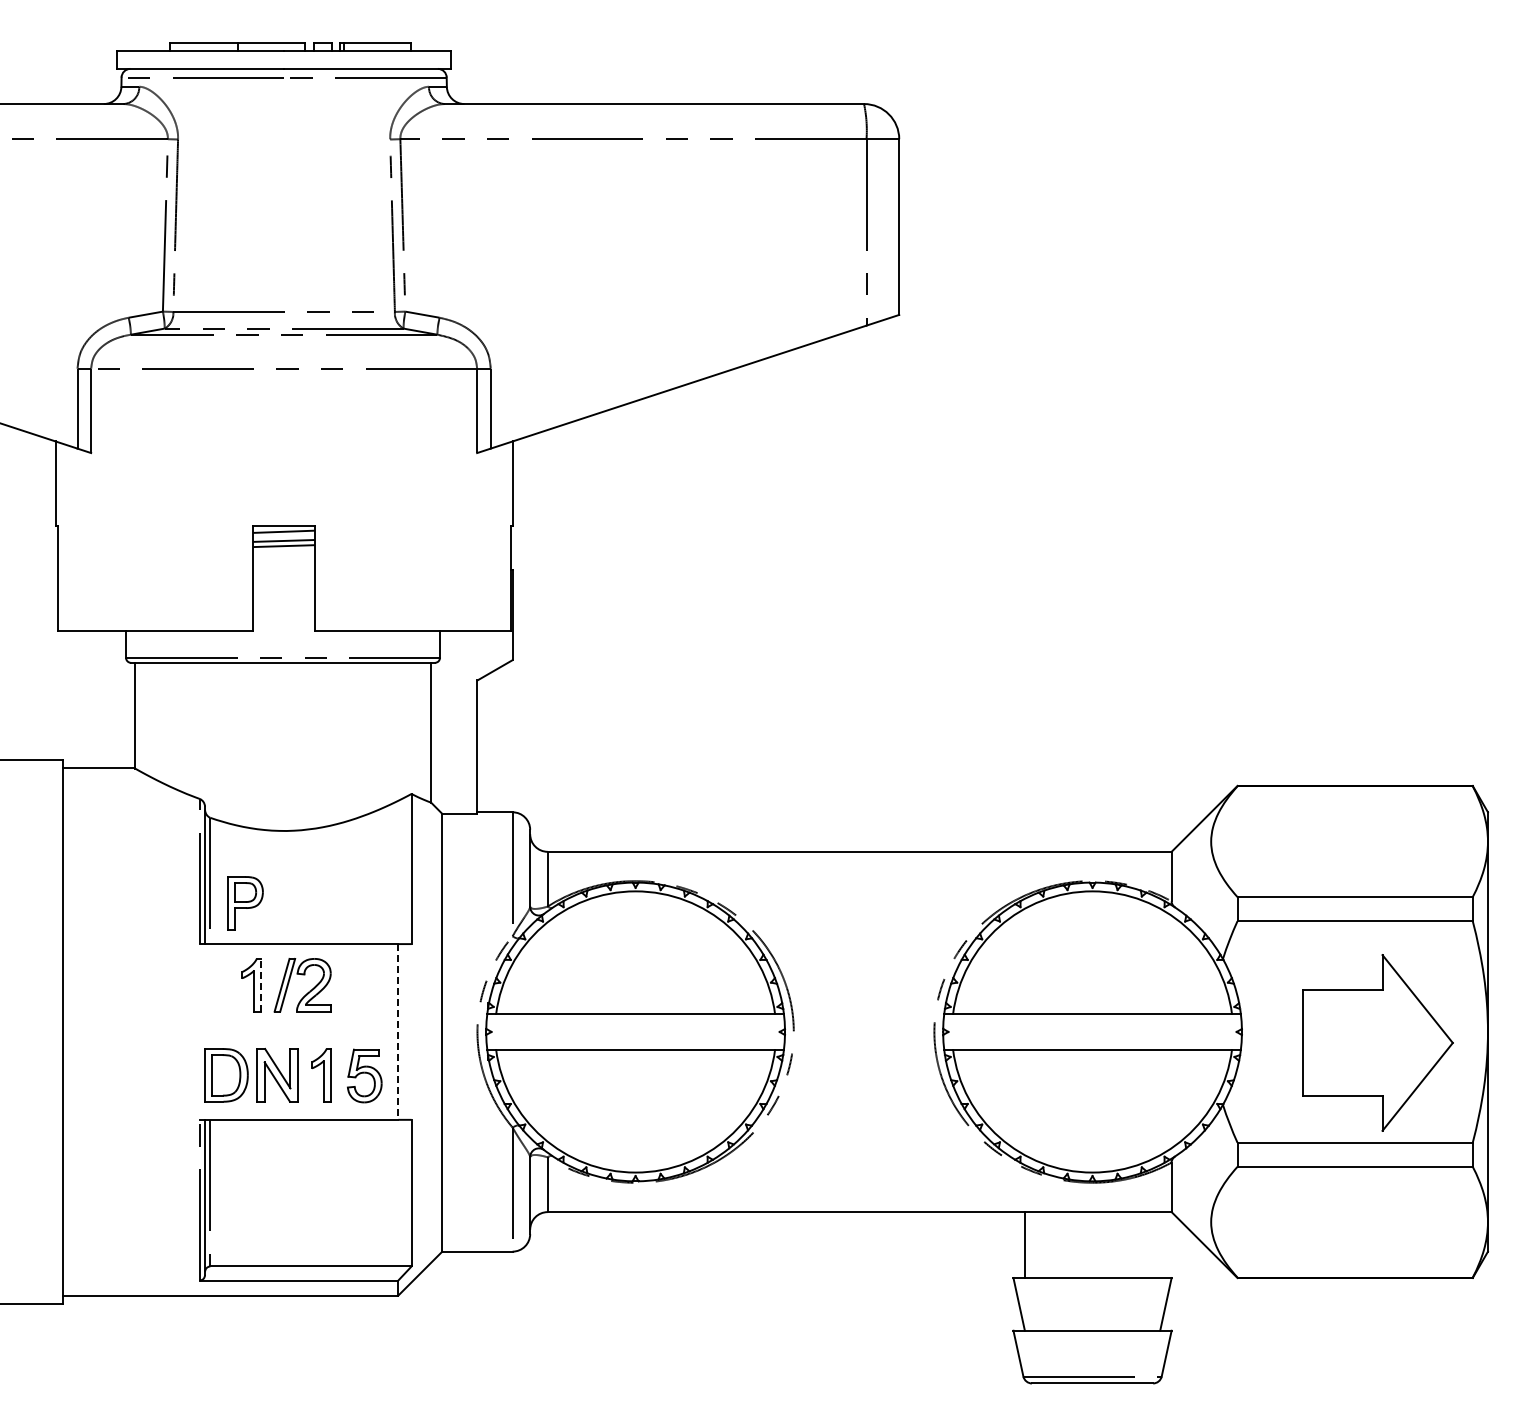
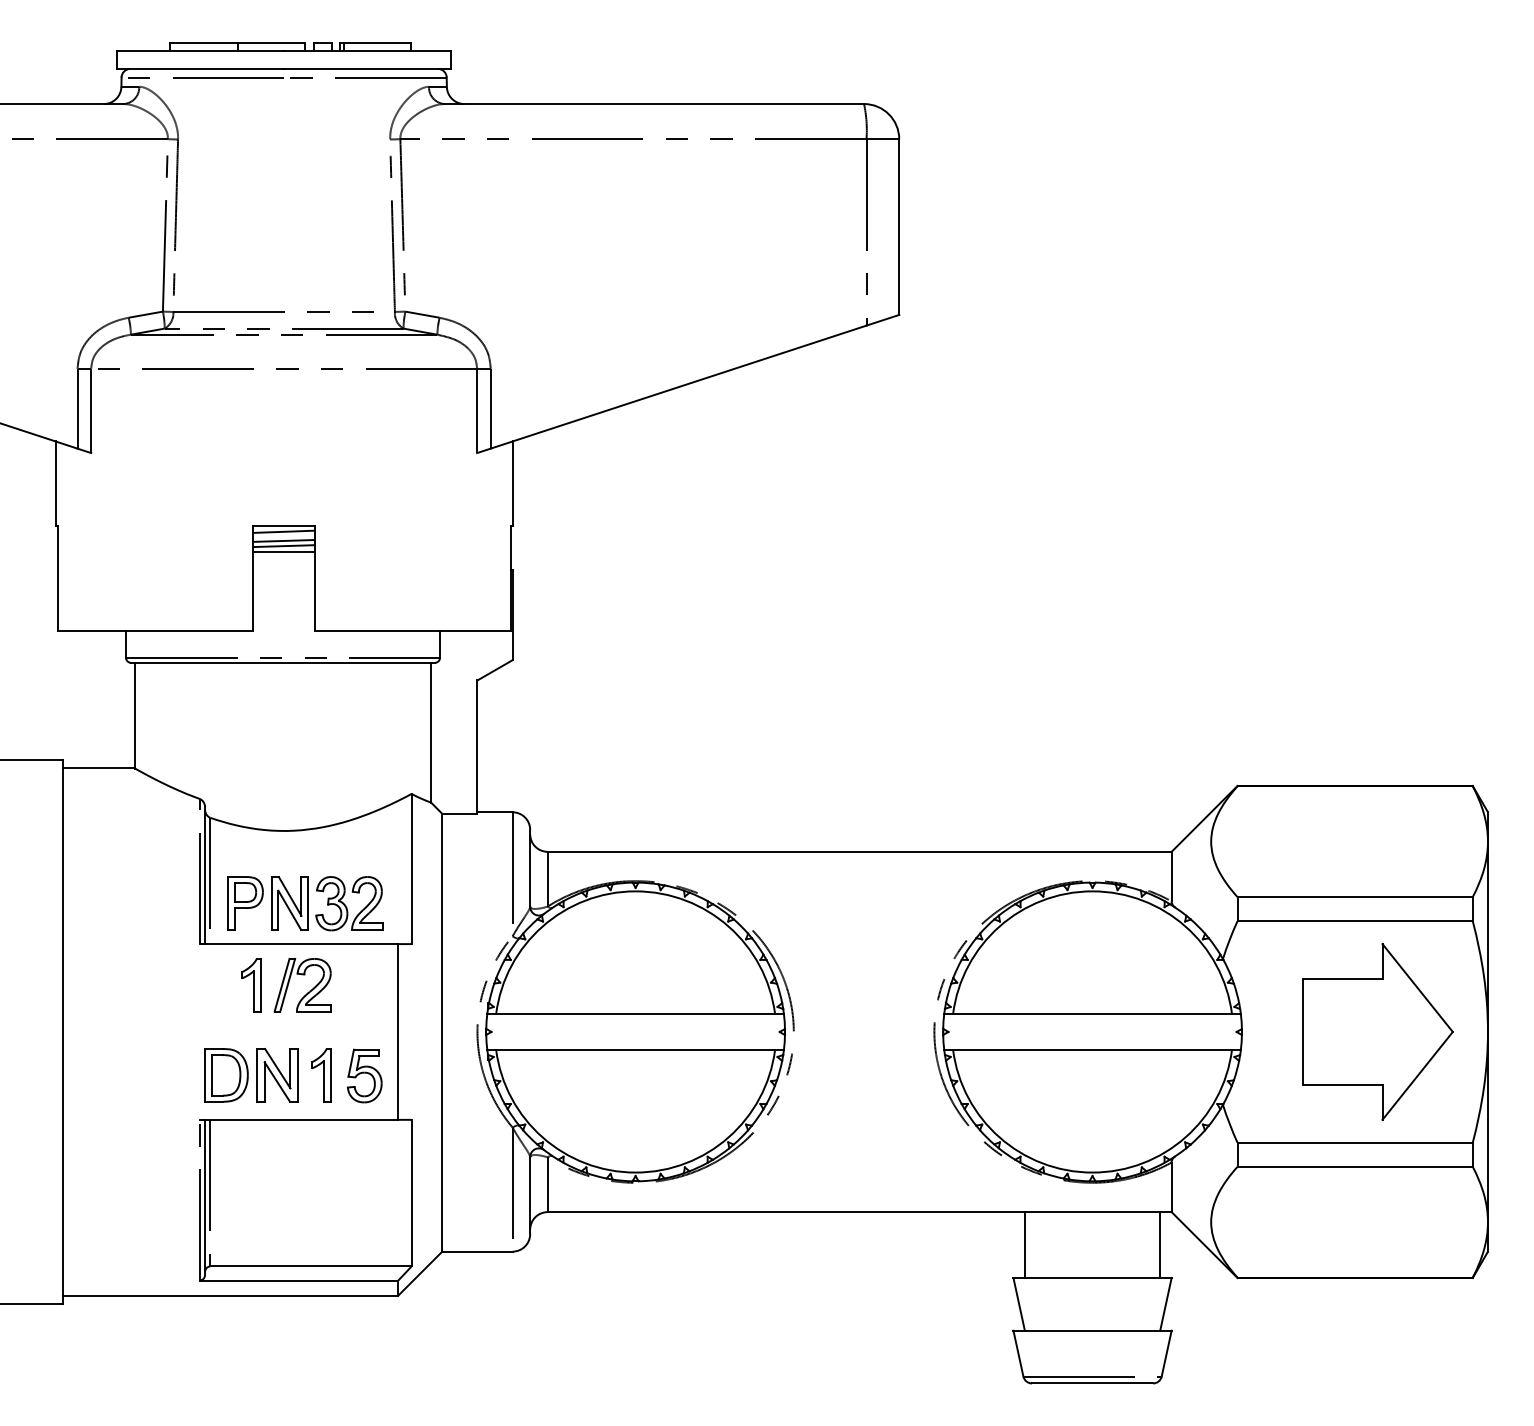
line at (283, 552): none -> present
part at (327, 903): none -> present
line at (261, 984): dashed -> solid
line at (398, 1031): dashed -> solid
part at (1377, 1042) position: (1377, 1042) -> (1377, 1031)
line at (1160, 1245): none -> present
